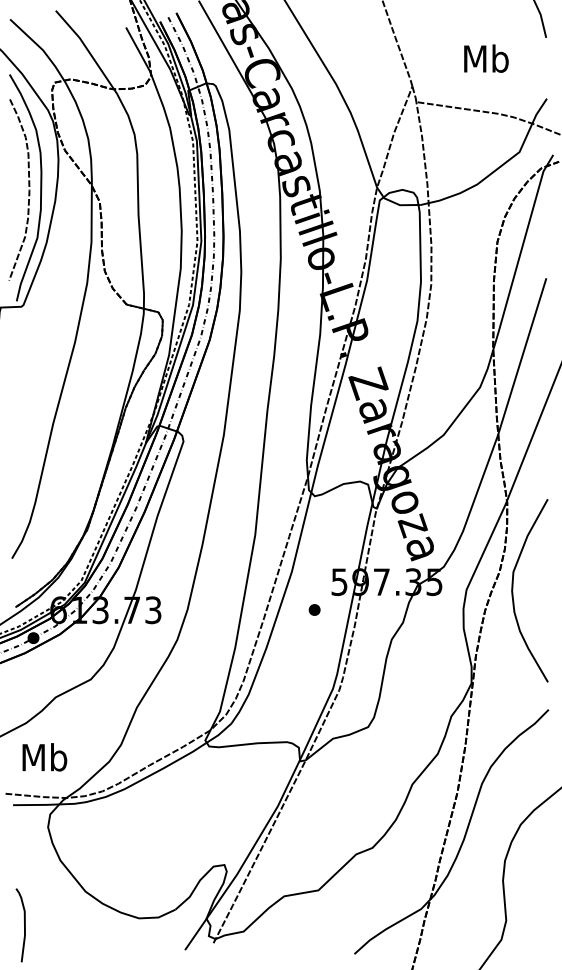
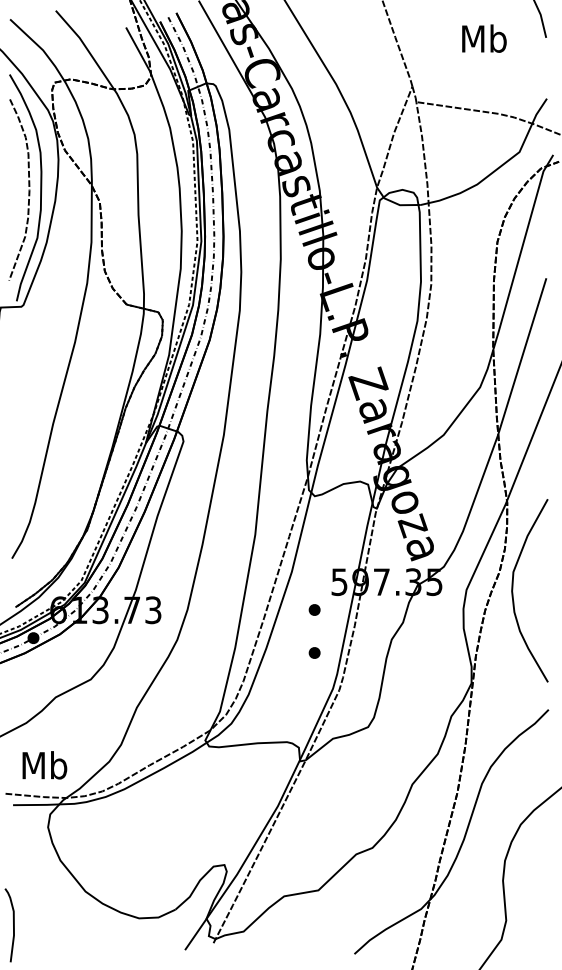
text at (486, 58) position: (486, 58) -> (484, 38)
part at (314, 652): none -> present
text at (44, 757) position: (44, 757) -> (44, 765)
curve at (24, 925) position: (24, 925) -> (13, 925)
